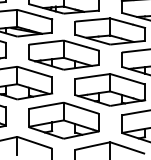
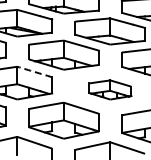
arc at (34, 72): solid -> dashed
part at (110, 89) size: 73x34 px -> 45x22 px
